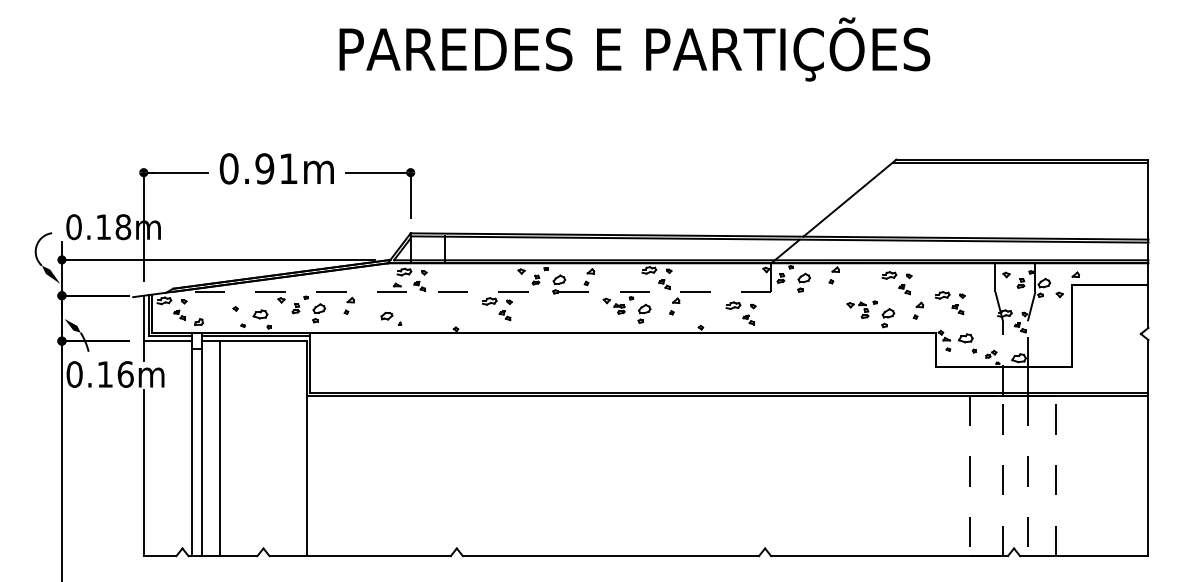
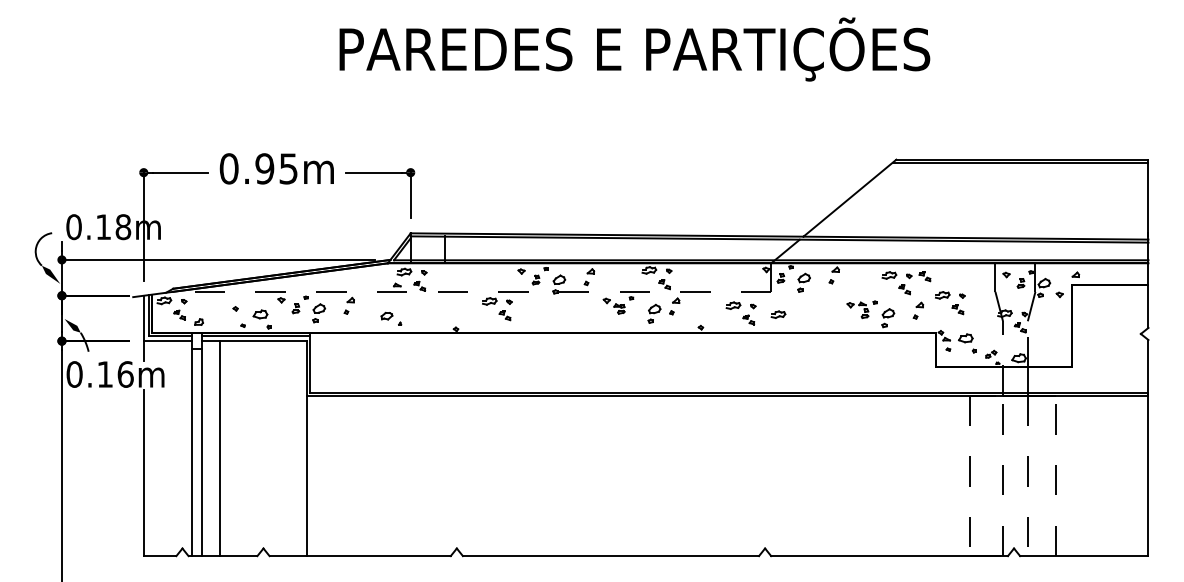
text at (288, 168): 0.91m -> 0.95m
part at (924, 276): none -> present
part at (644, 313) position: (644, 313) -> (654, 313)
part at (778, 314): none -> present
